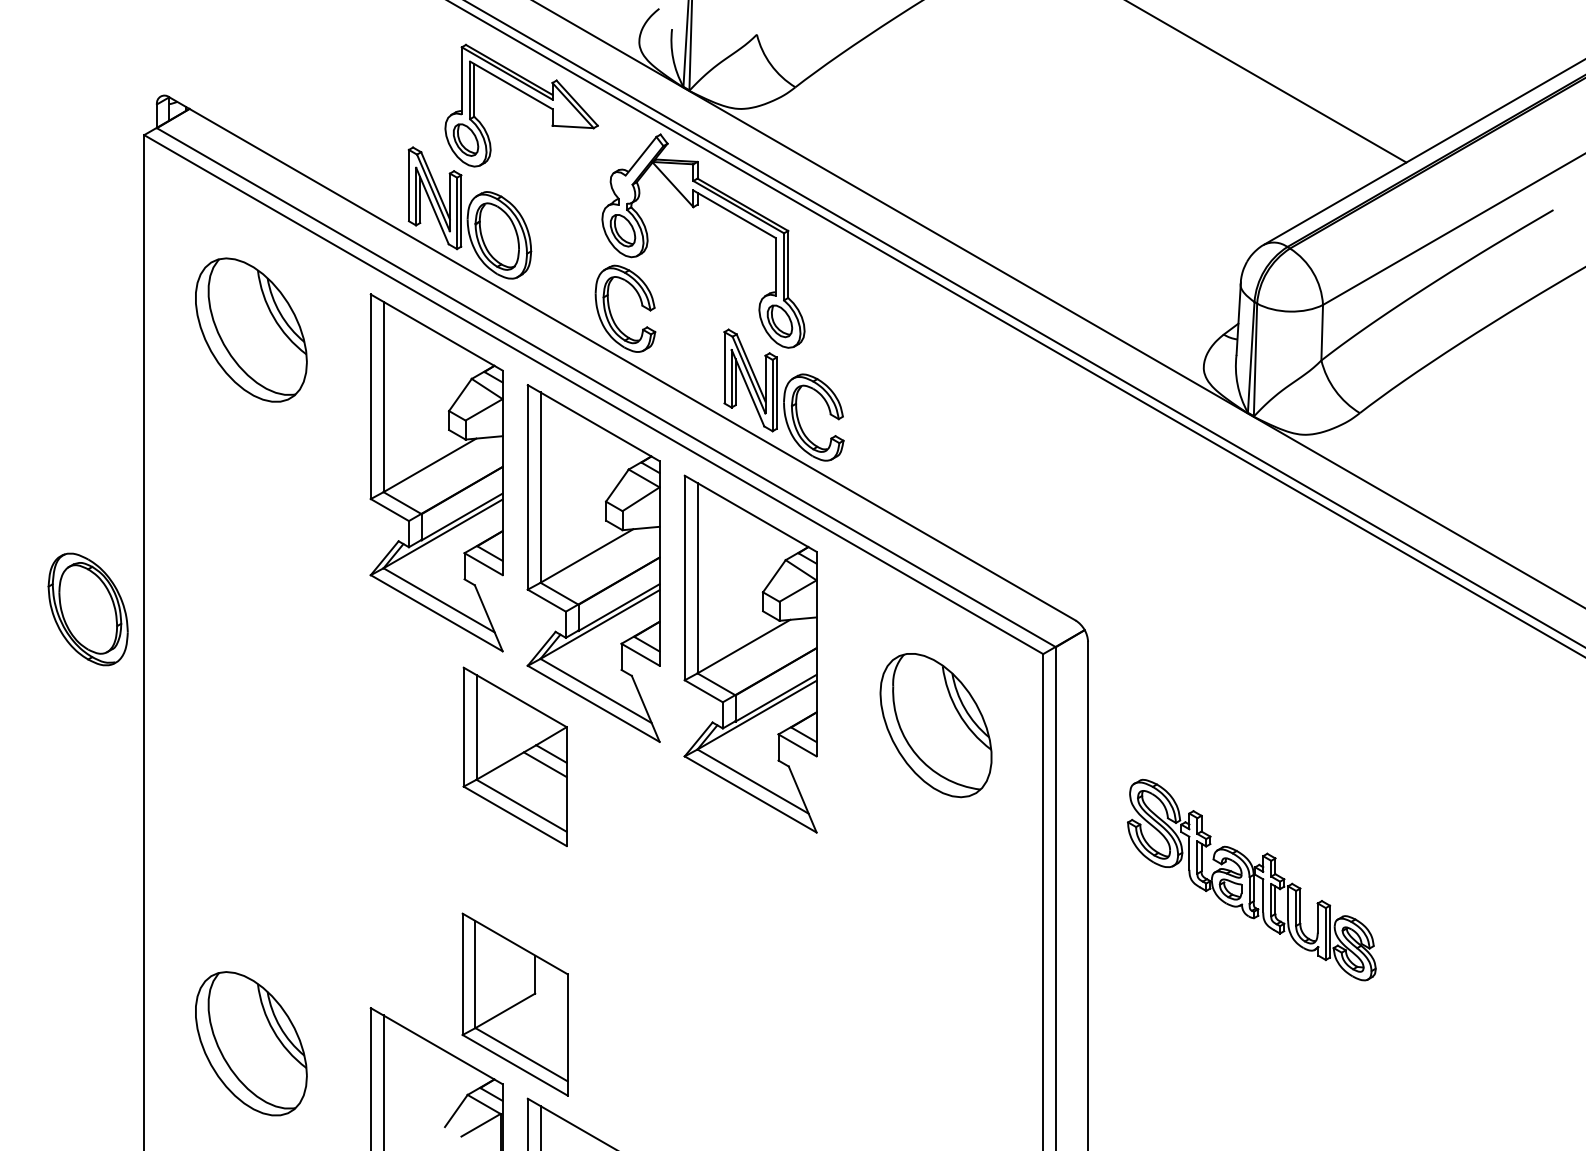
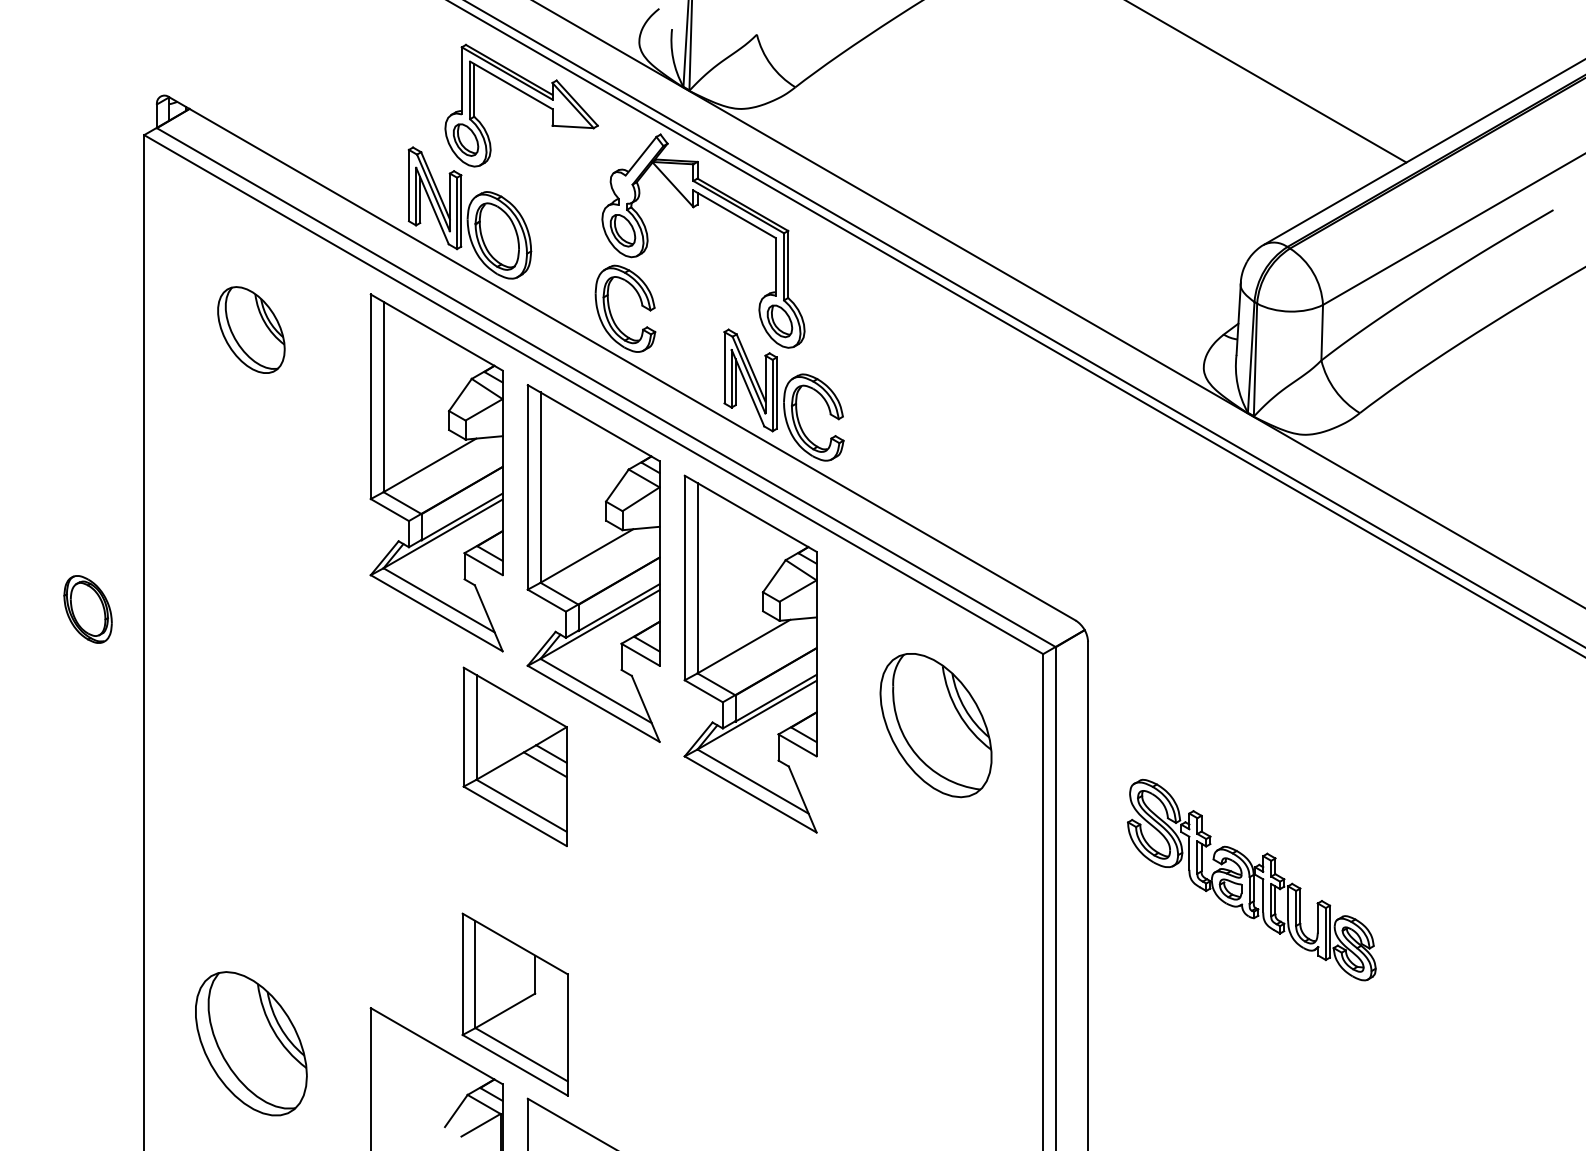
part at (251, 329) size: 113x146 px -> 69x88 px
part at (87, 609) size: 82x115 px -> 50x69 px
line at (383, 1081): present -> none
line at (540, 1126): present -> none
